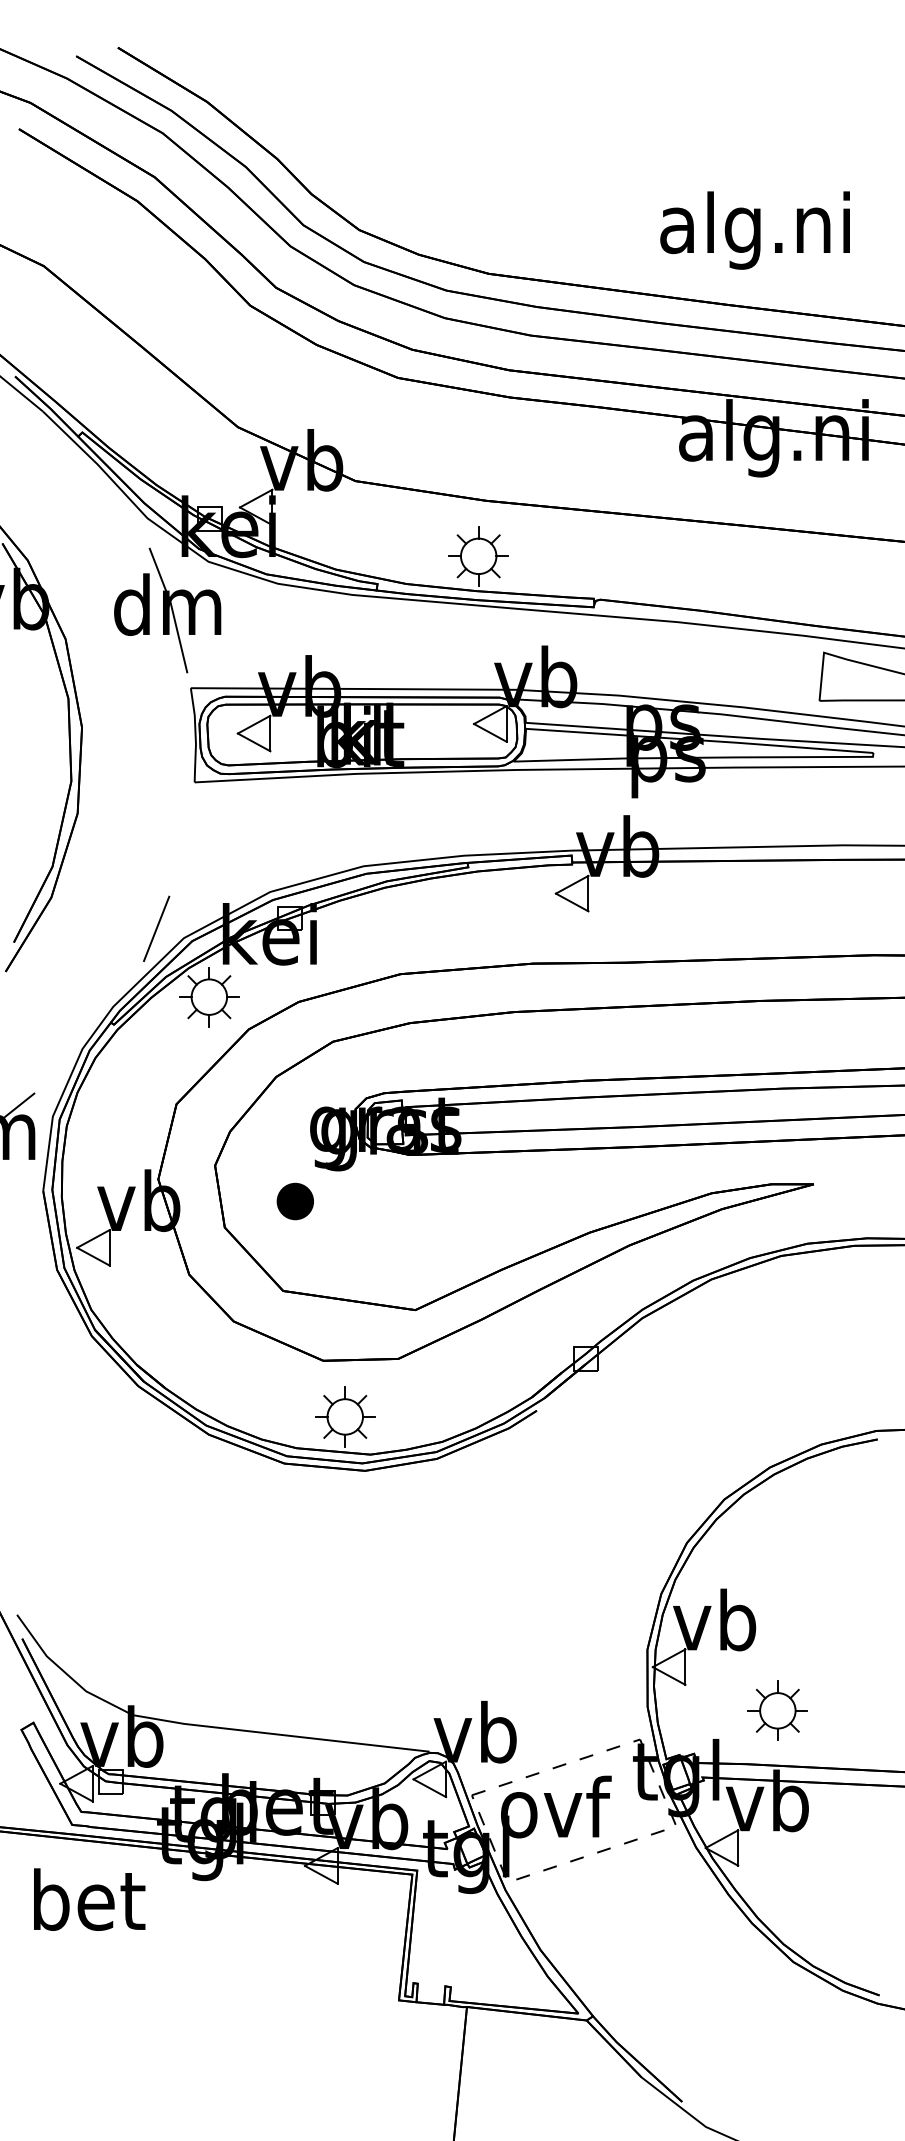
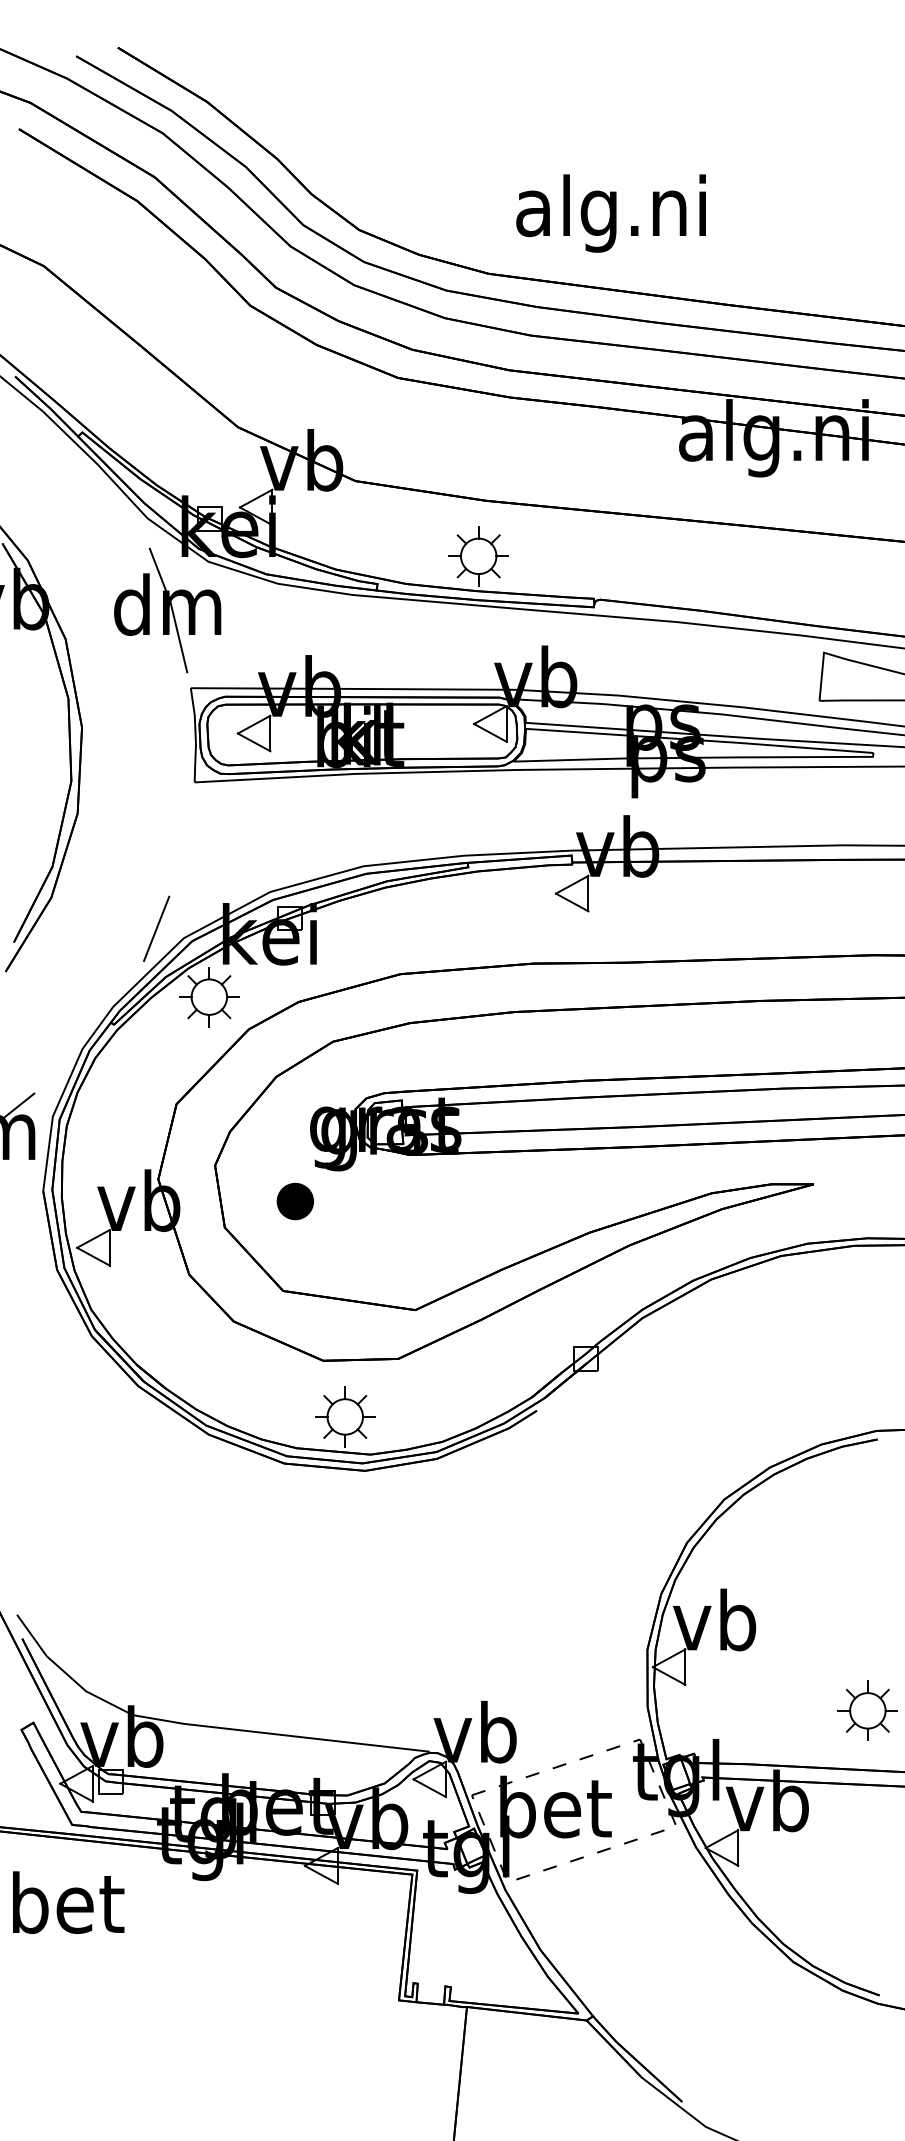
text at (754, 230) position: (754, 230) -> (610, 213)
part at (777, 1710) position: (777, 1710) -> (867, 1710)
text at (555, 1806): ovf -> bet
text at (89, 1899) position: (89, 1899) -> (68, 1902)
